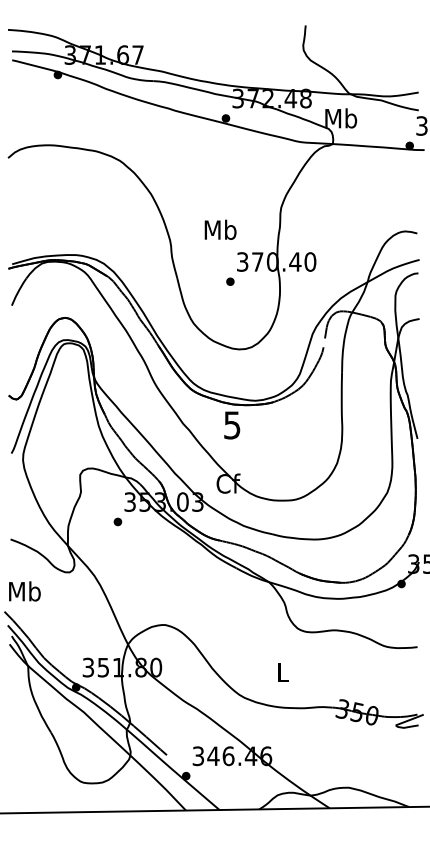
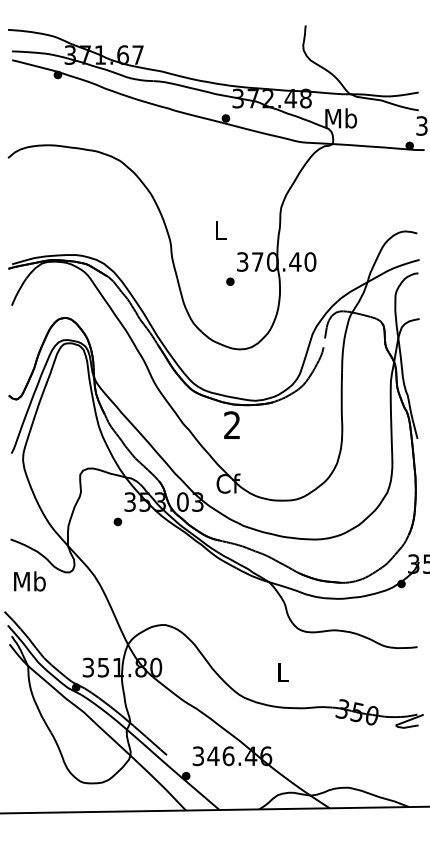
text at (220, 229): Mb -> L
text at (232, 425): 5 -> 2
text at (24, 591) position: (24, 591) -> (29, 581)
